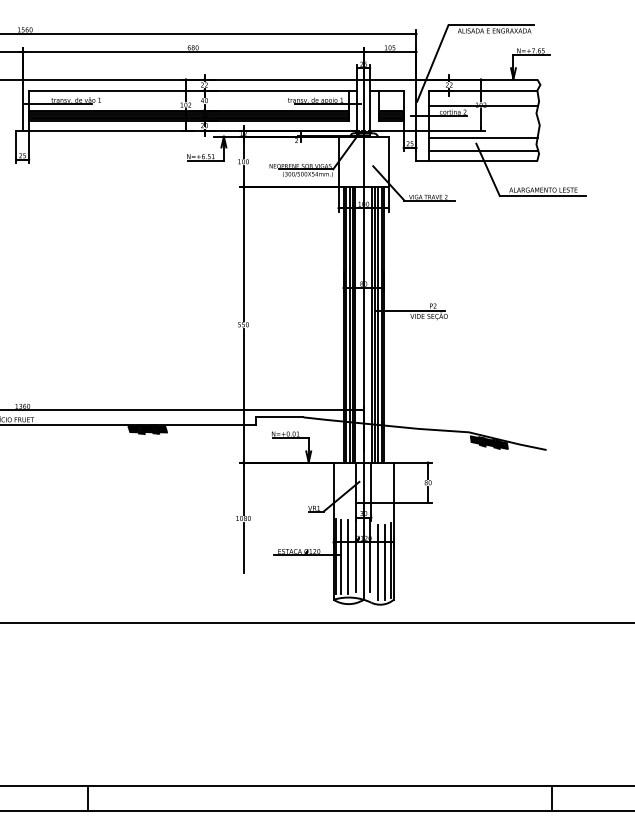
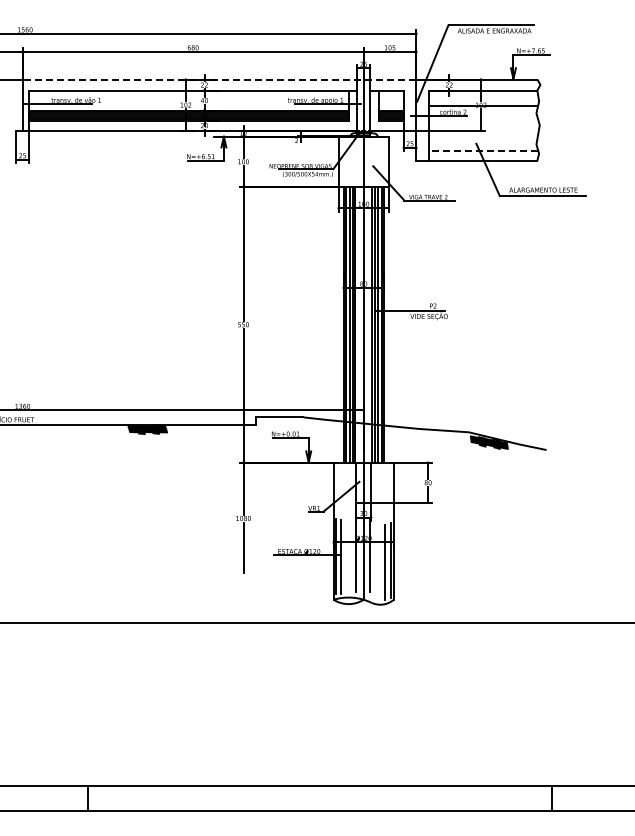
line at (219, 79): solid -> dashed
line at (482, 138): present -> none
line at (483, 150): solid -> dashed
line at (347, 556): present -> none
line at (378, 561): present -> none
